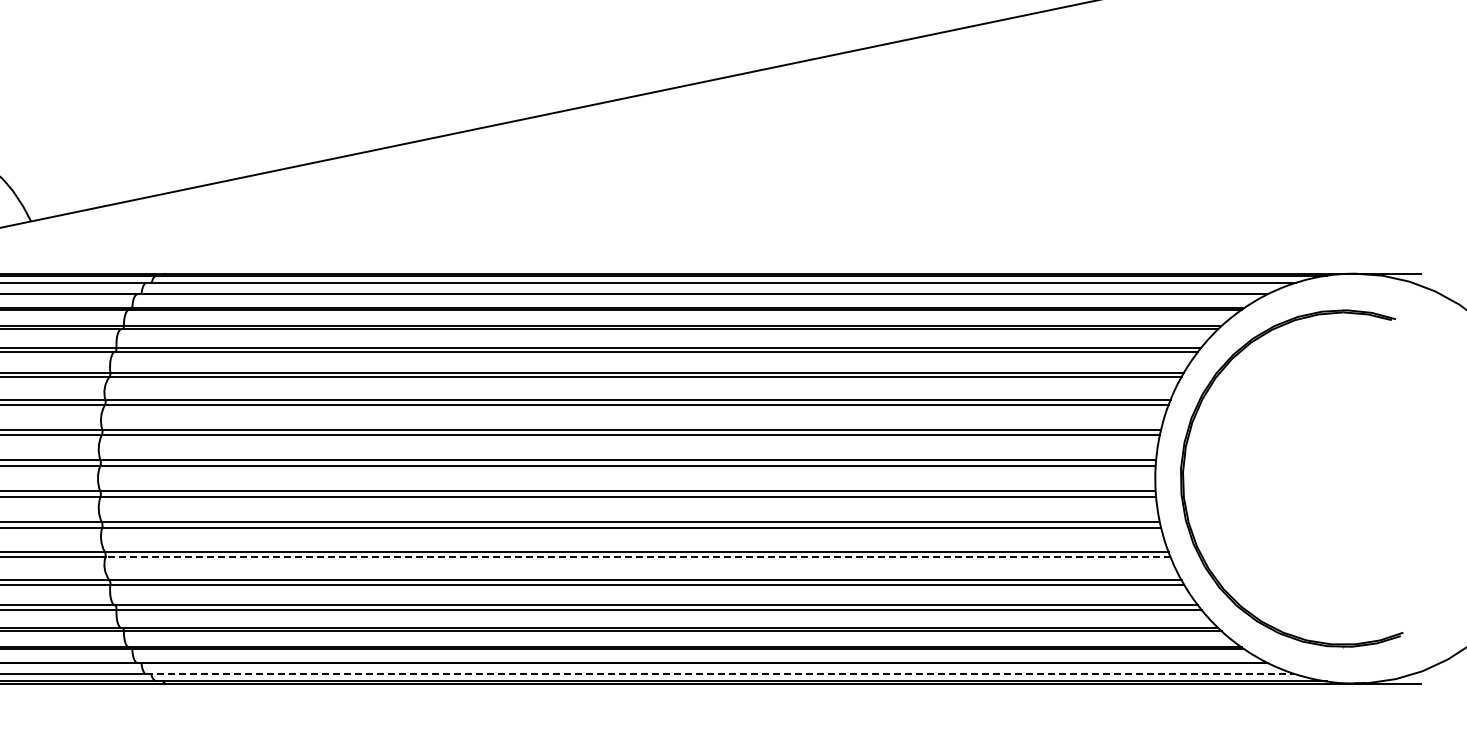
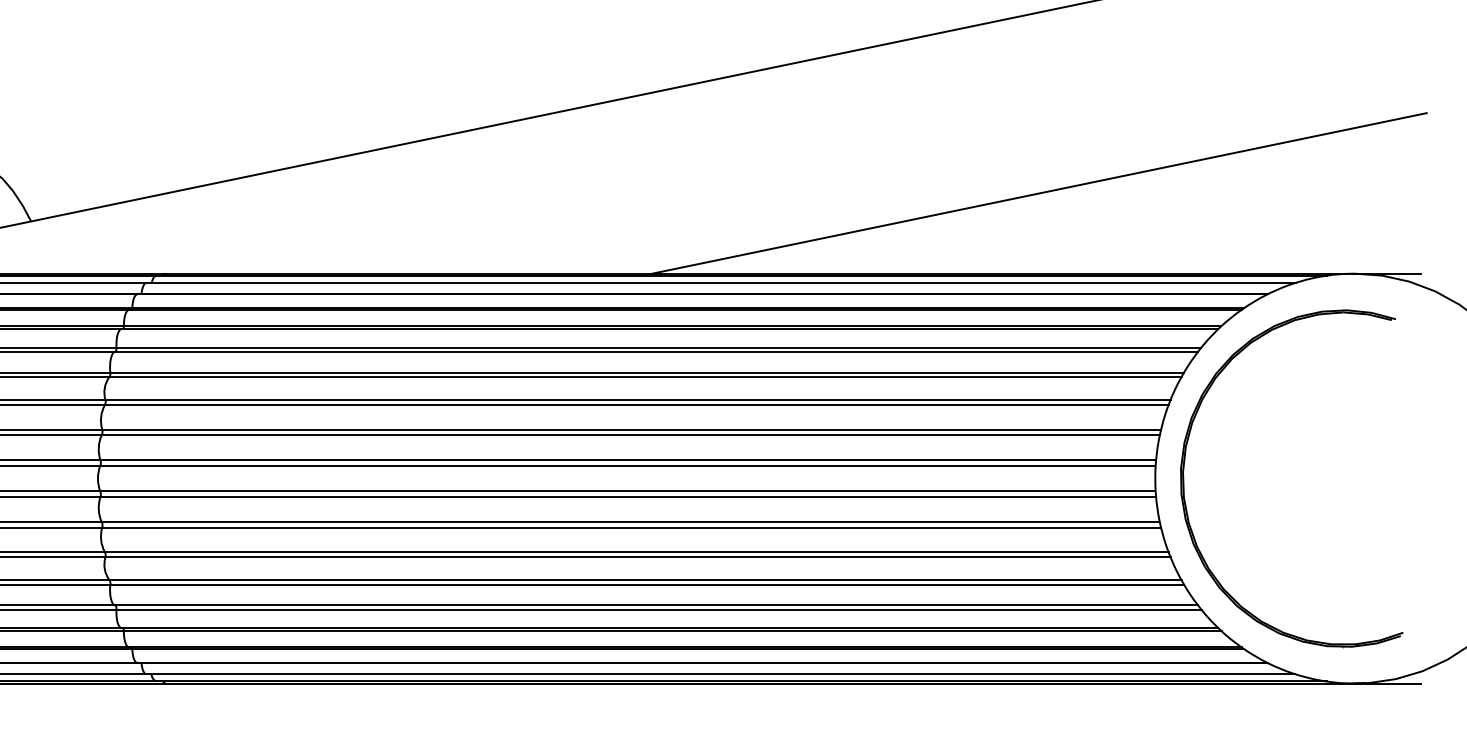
line at (1039, 193): none -> present
line at (638, 557): dashed -> solid
line at (720, 674): dashed -> solid
